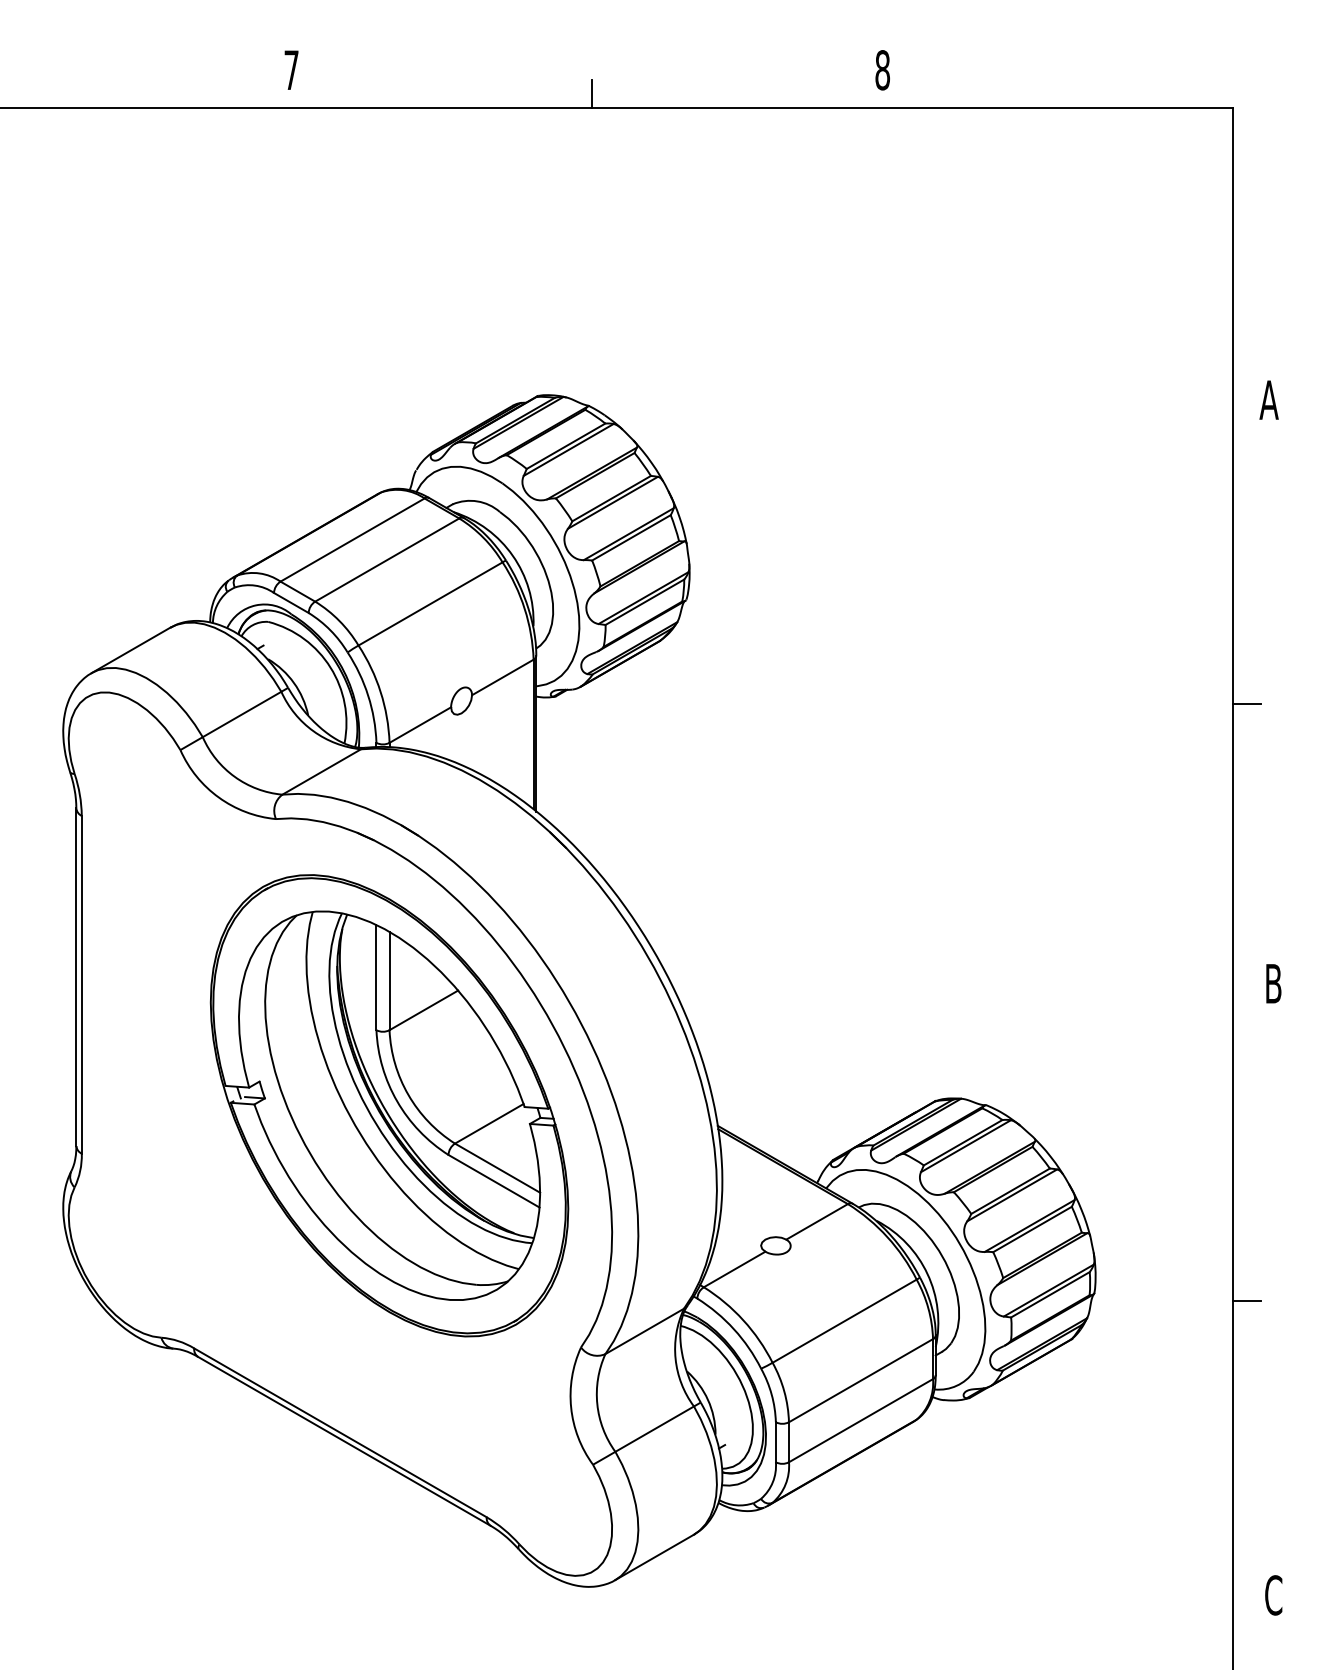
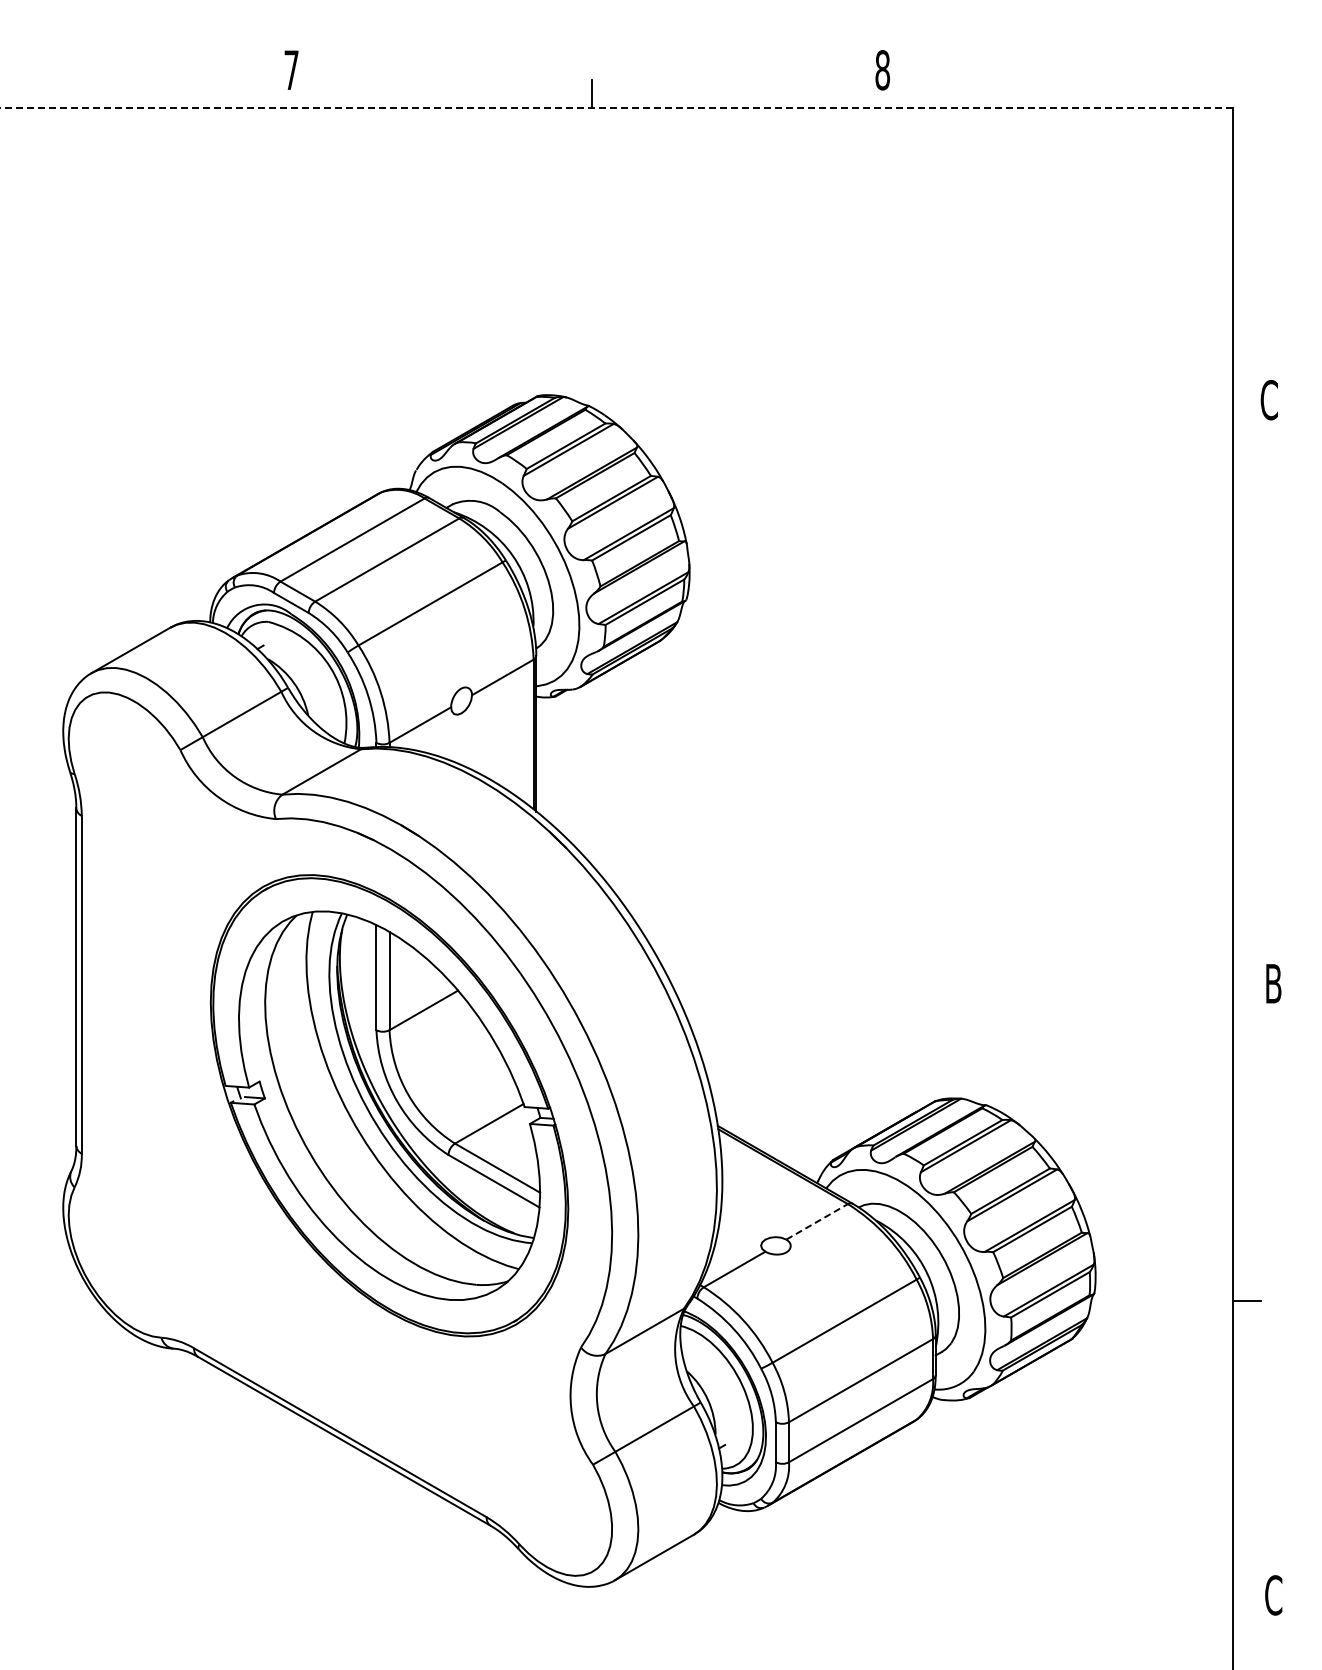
line at (616, 107): solid -> dashed
text at (1268, 399): A -> C
line at (1246, 704): present -> none
line at (817, 1221): solid -> dashed
